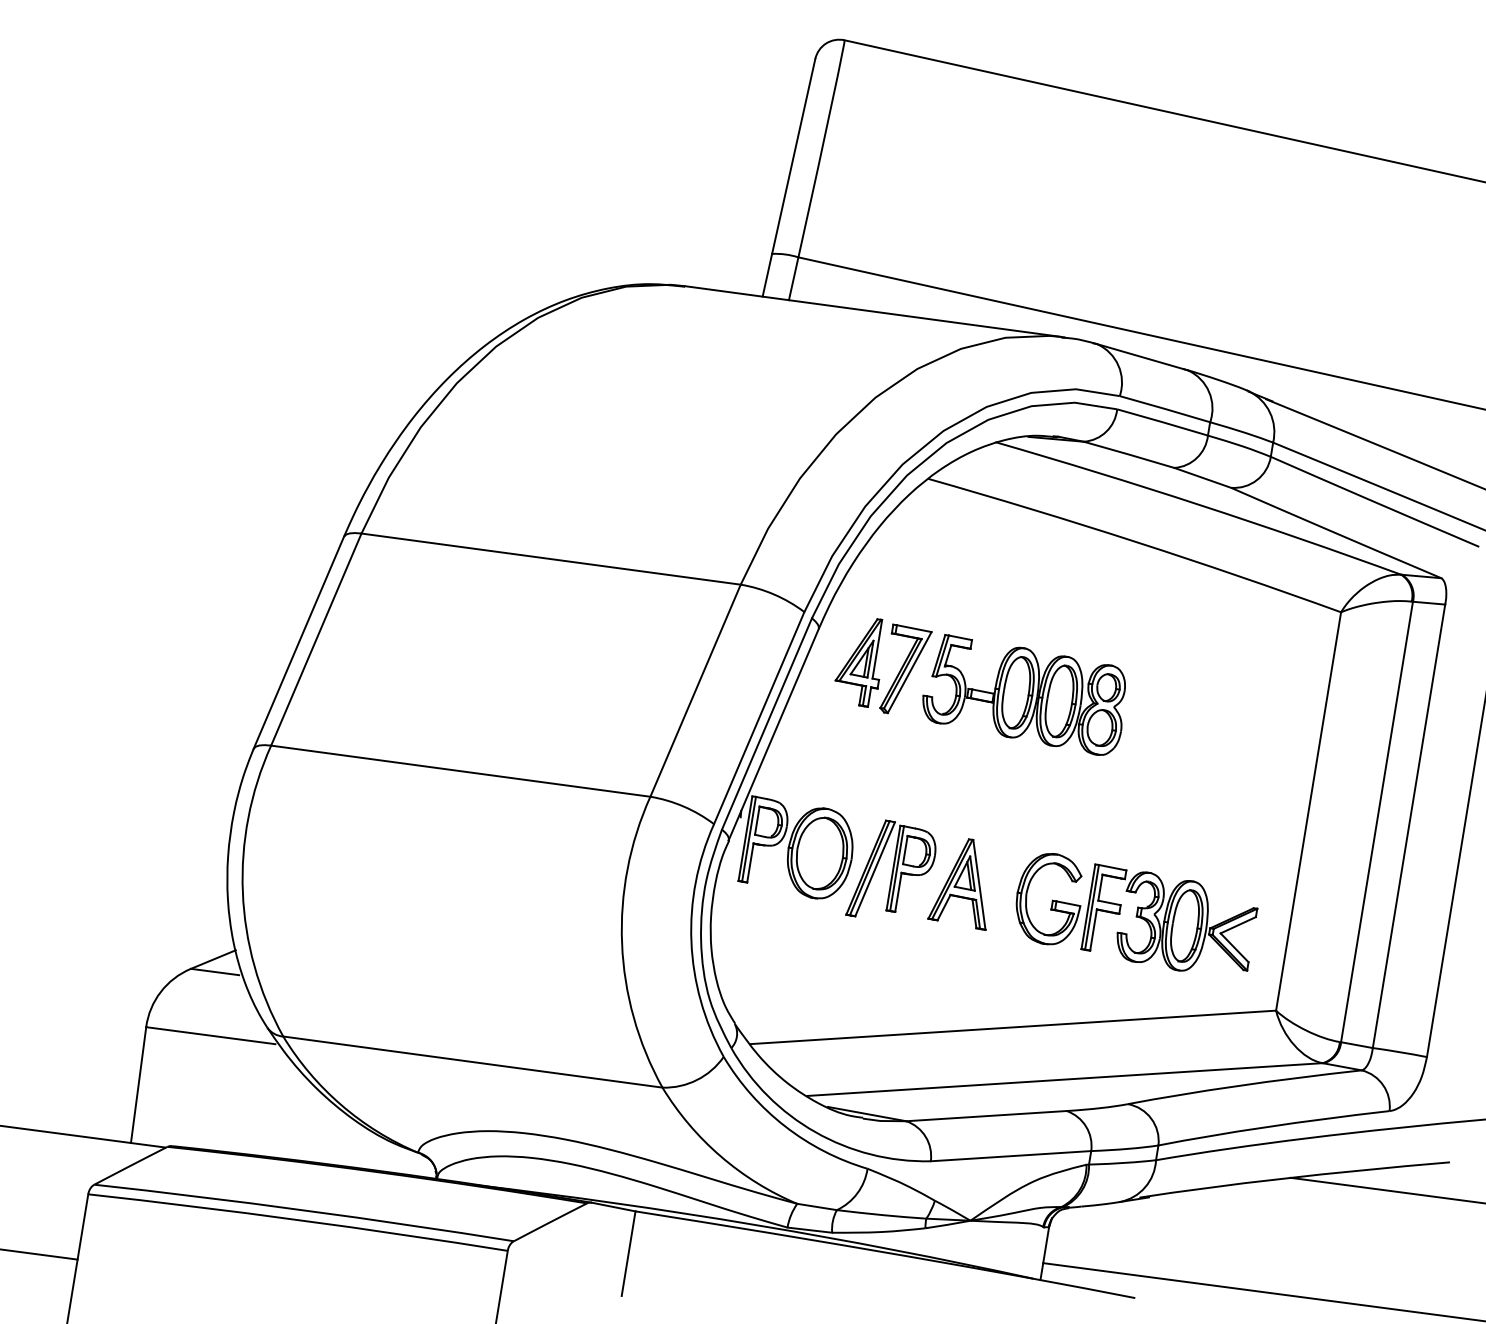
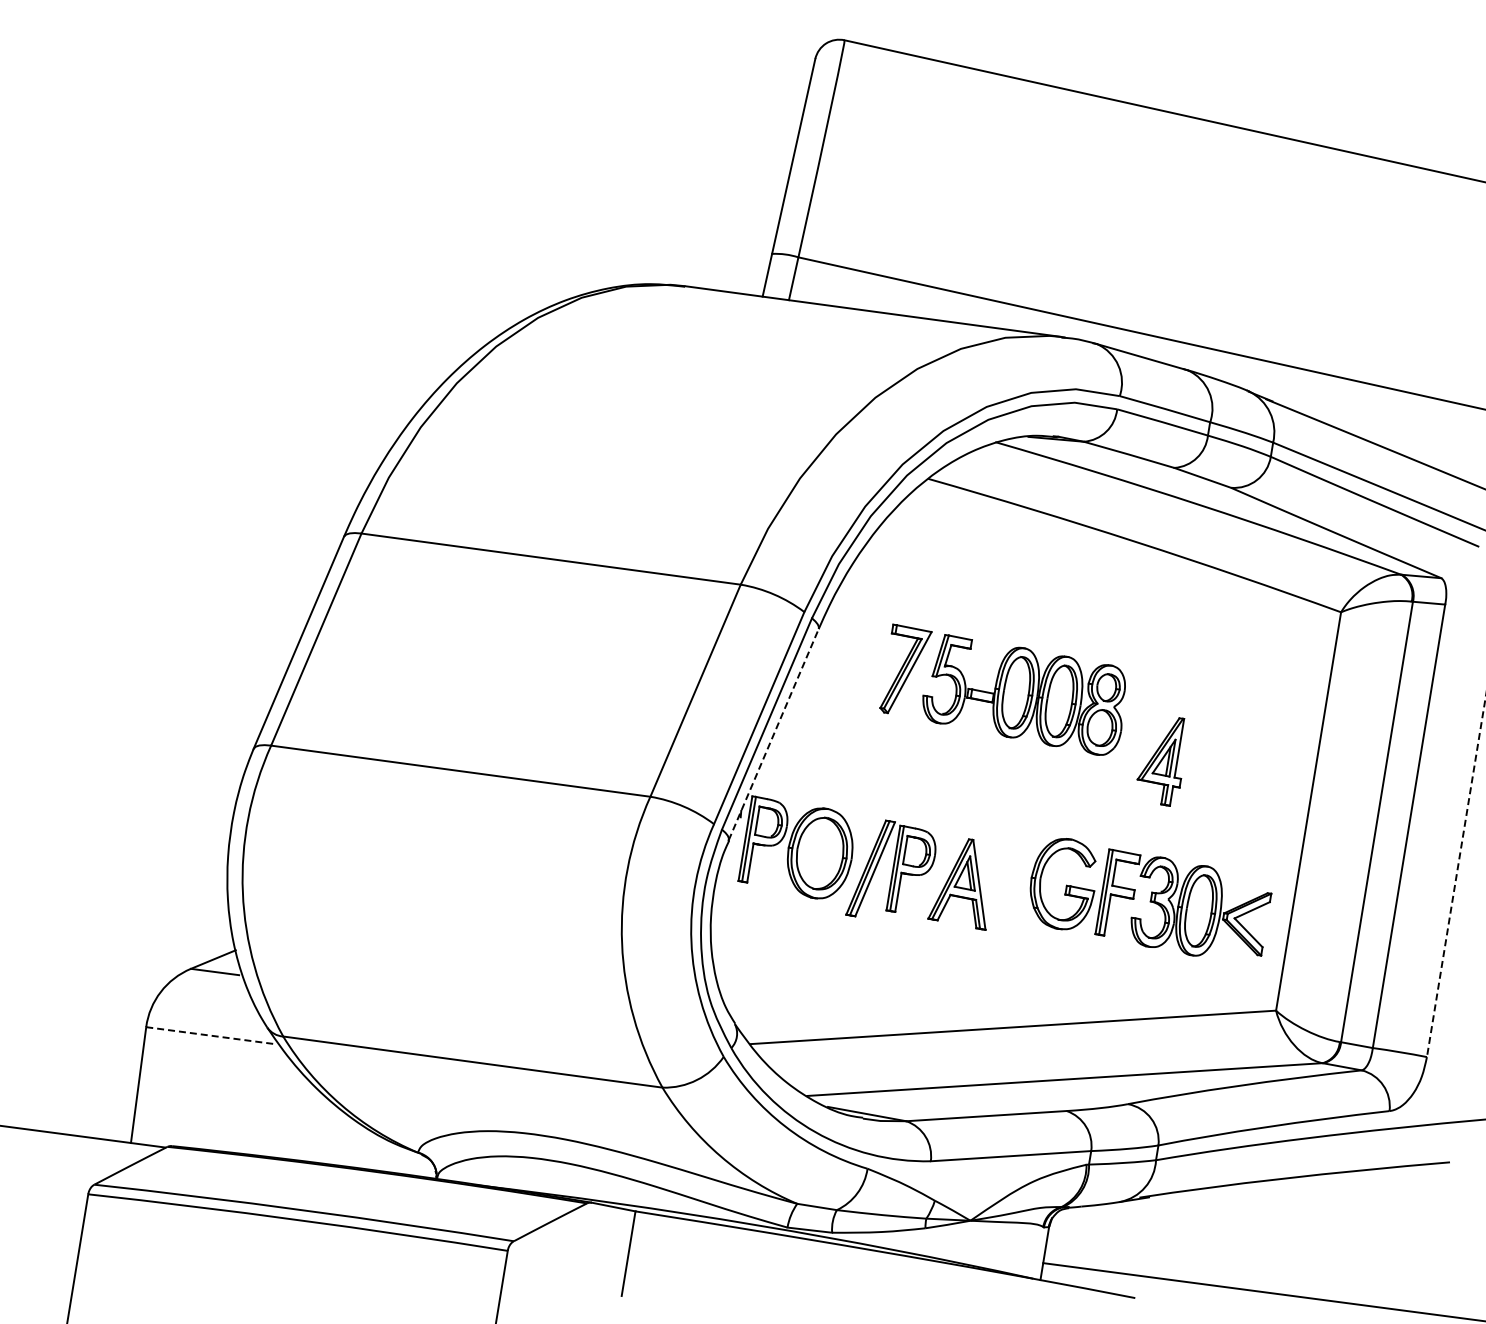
part at (858, 662) position: (858, 662) -> (1160, 761)
line at (773, 734): solid -> dashed
line at (1456, 876): solid -> dashed
part at (1136, 912) position: (1136, 912) -> (1150, 897)
line at (211, 1035): solid -> dashed
line at (1386, 1190): present -> none
line at (39, 1254): present -> none
